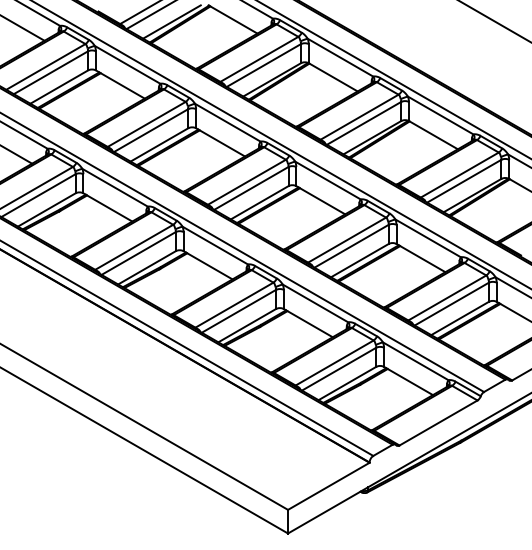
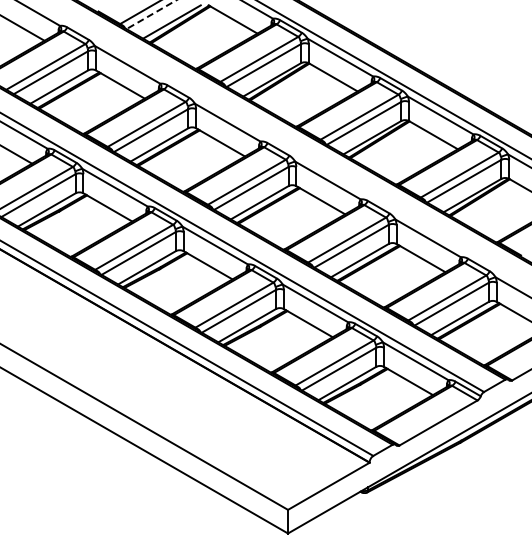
line at (151, 14): solid -> dashed
line at (494, 21): present -> none
line at (281, 144): present -> none
